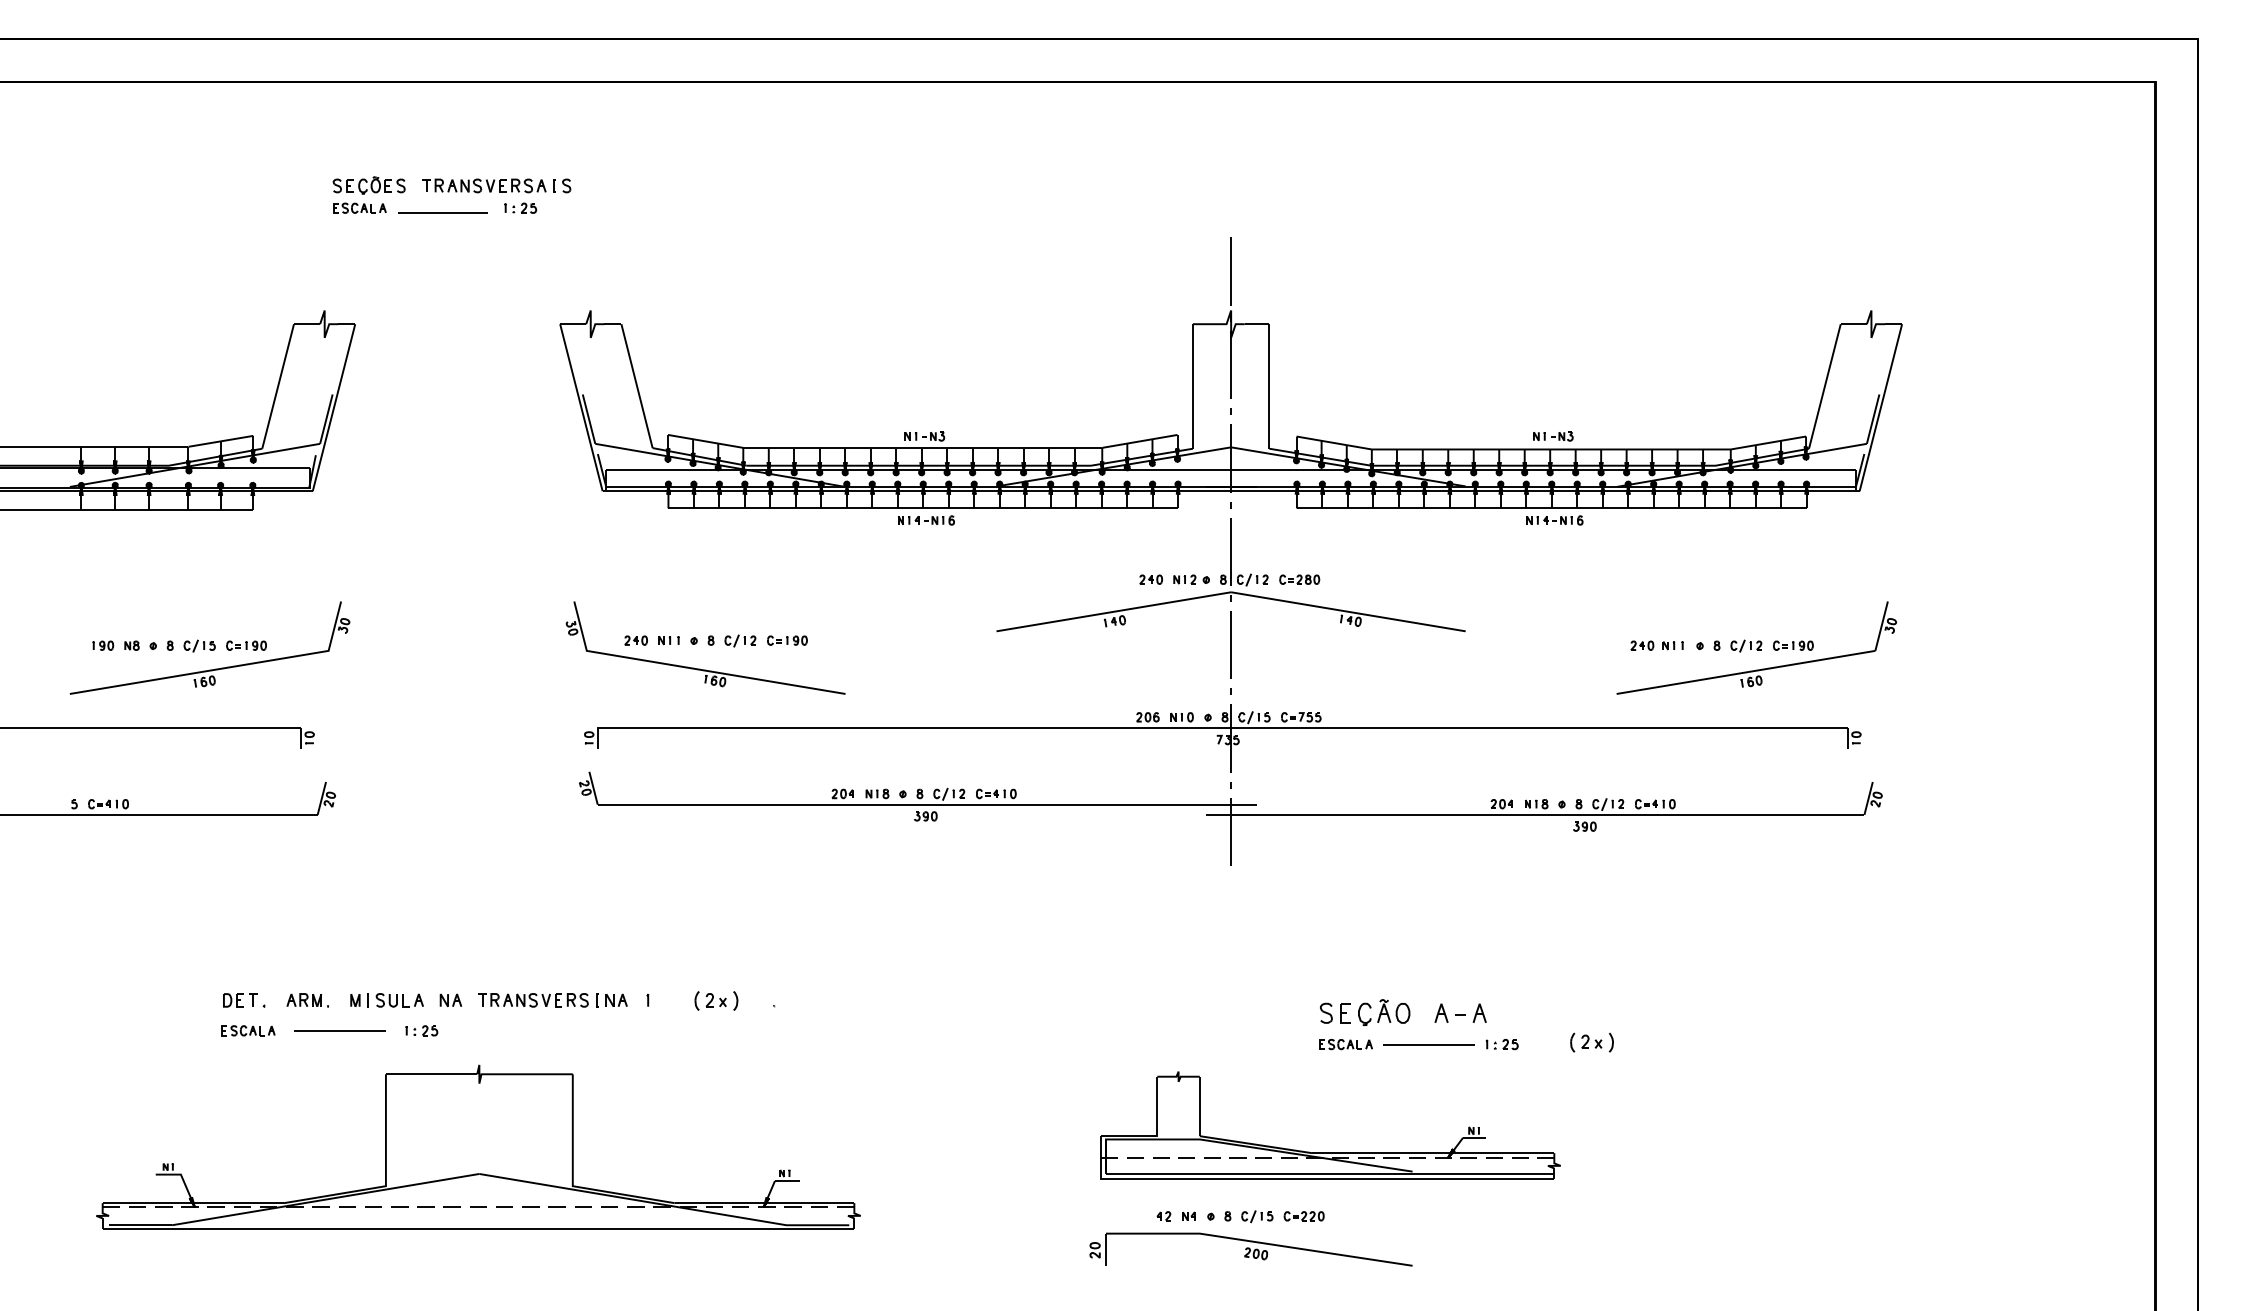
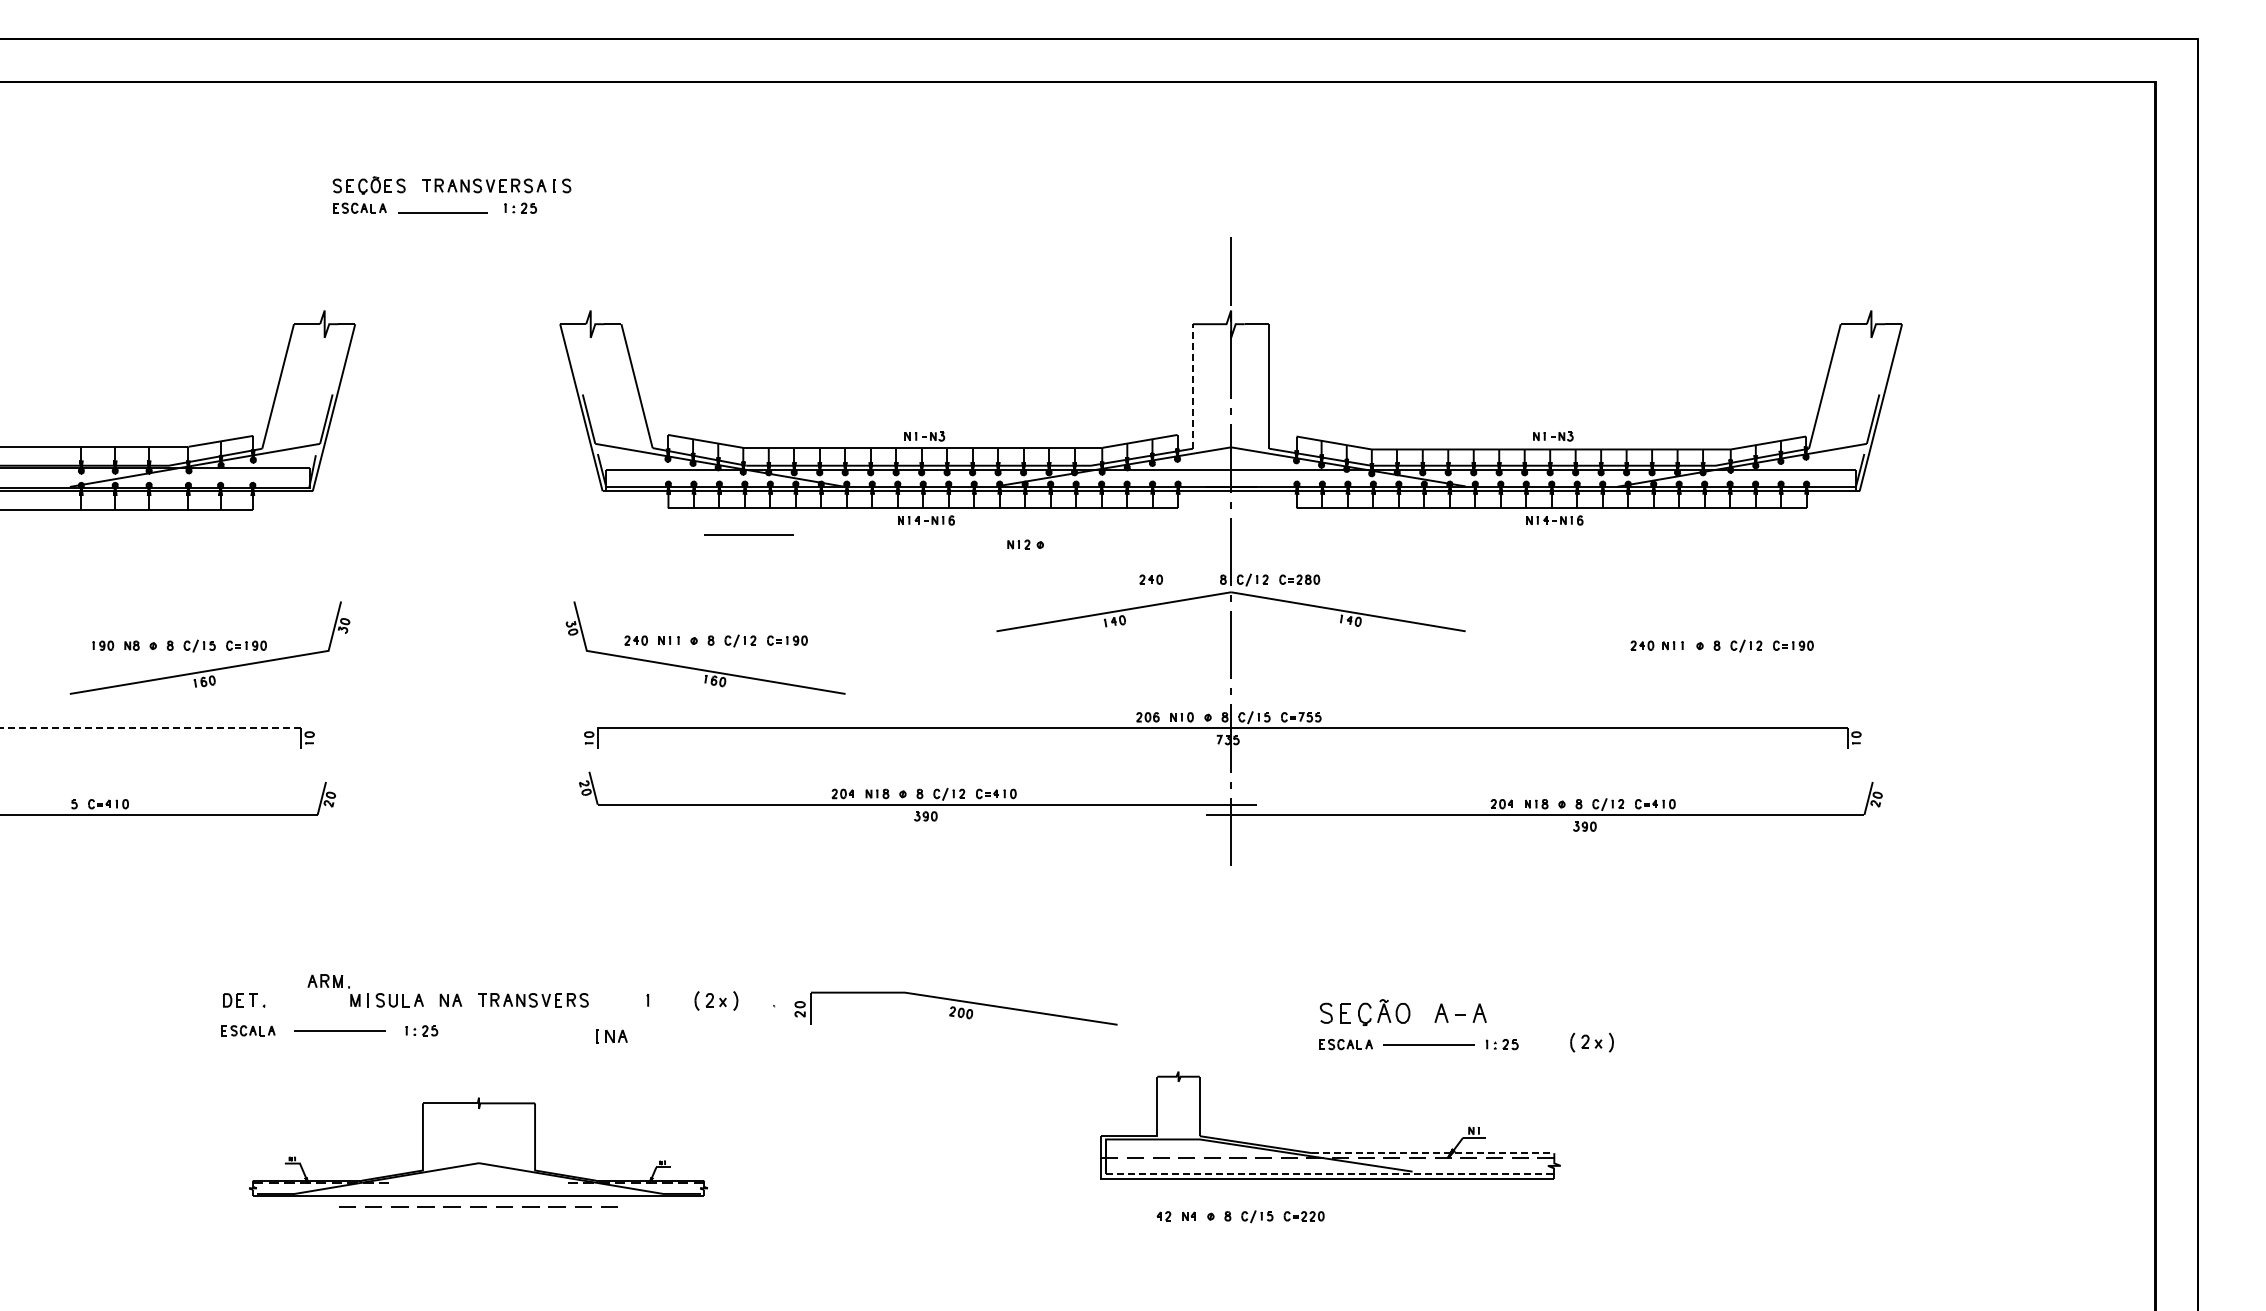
line at (1192, 385): solid -> dashed
line at (748, 534): none -> present
part at (1191, 579) position: (1191, 579) -> (1025, 544)
part at (1761, 668): present -> none
line at (150, 728): solid -> dashed
part at (307, 1000) position: (307, 1000) -> (328, 981)
part at (611, 1000) position: (611, 1000) -> (611, 1036)
part at (478, 1146) size: 765x166 px -> 459x100 px
line at (1433, 1153): solid -> dashed
line at (1330, 1173): solid -> dashed
part at (1250, 1249) position: (1250, 1249) -> (955, 1008)
